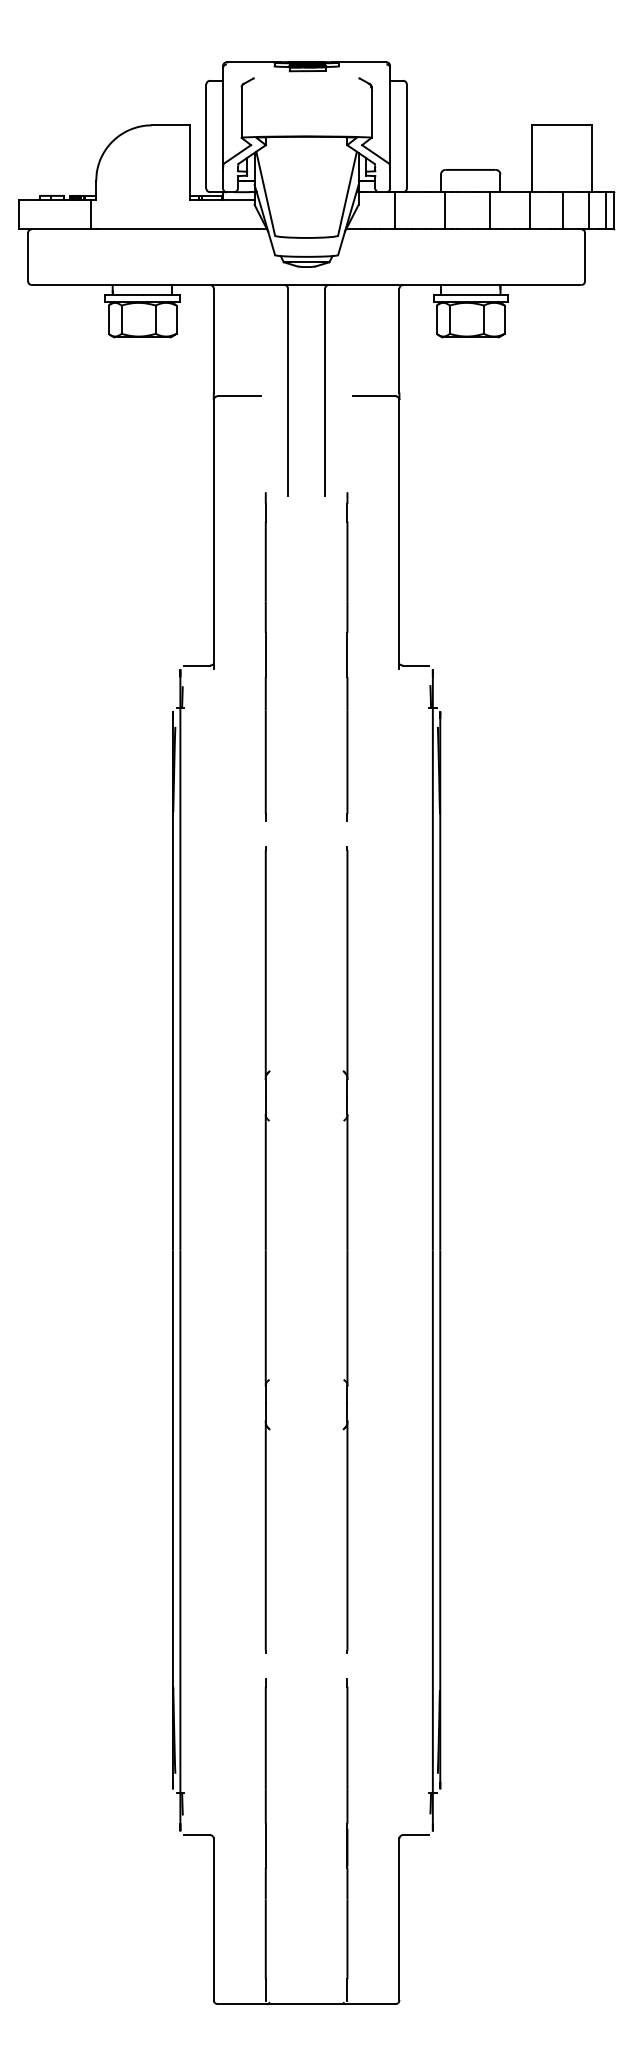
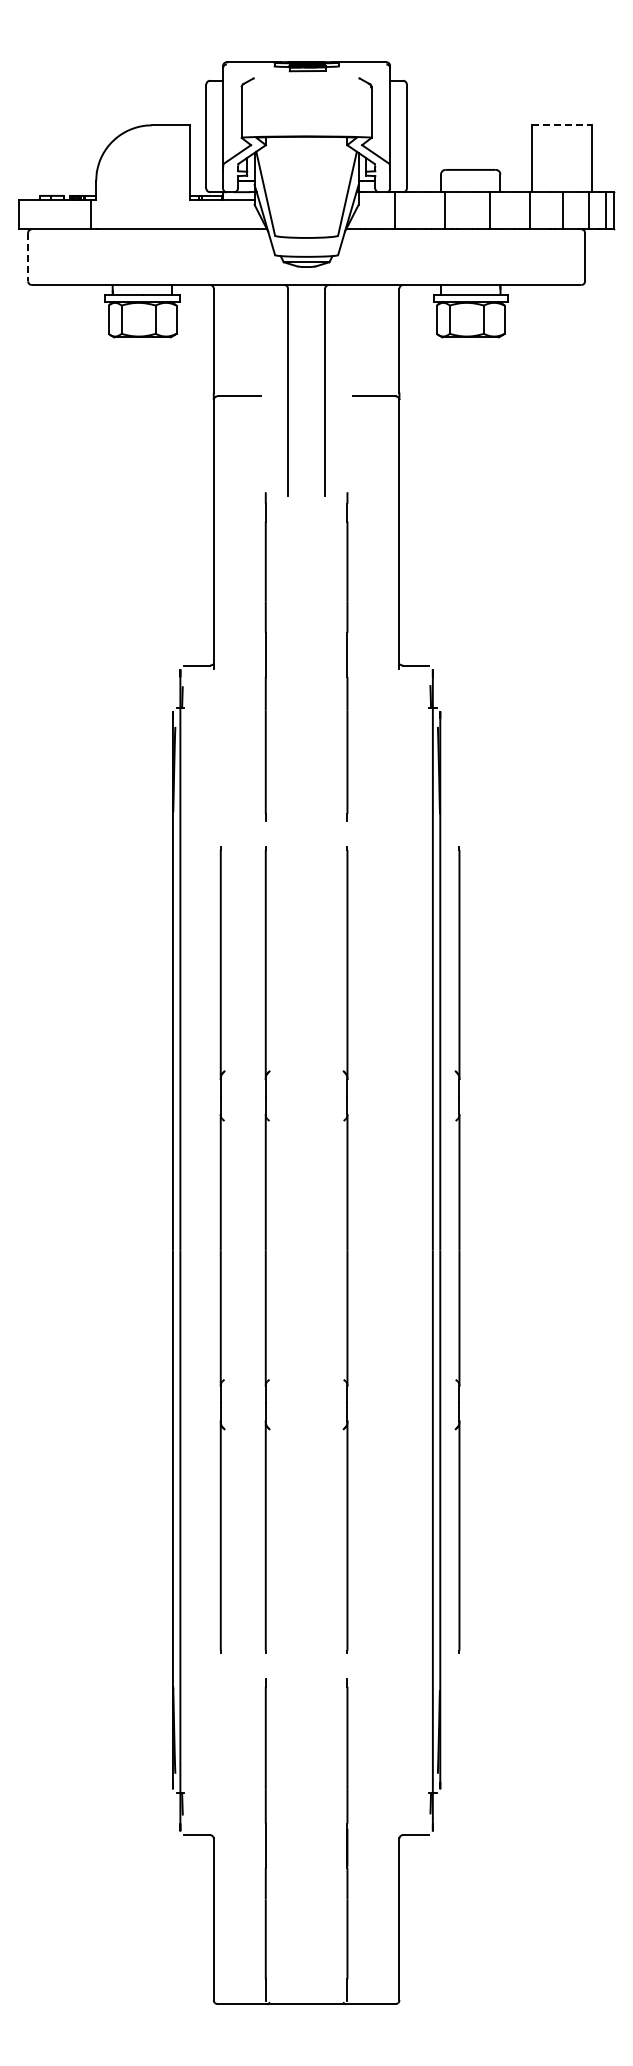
line at (562, 125): solid -> dashed
line at (28, 257): solid -> dashed
part at (222, 1249): none -> present
part at (457, 1249): none -> present
